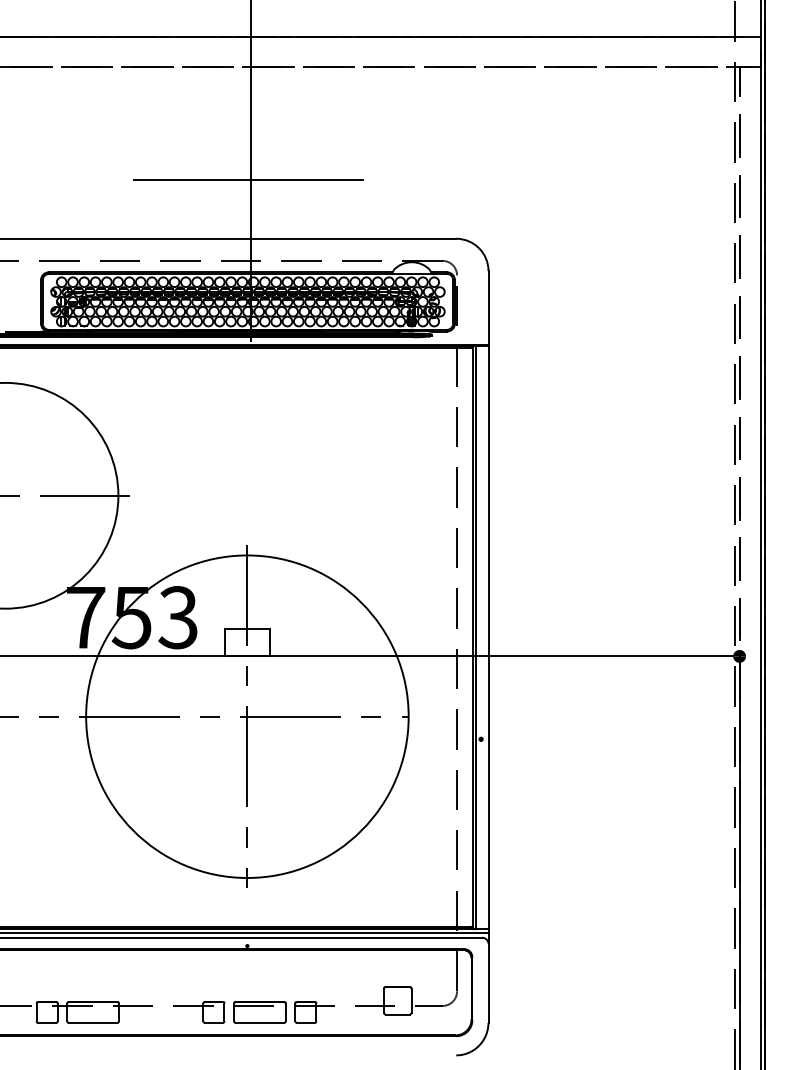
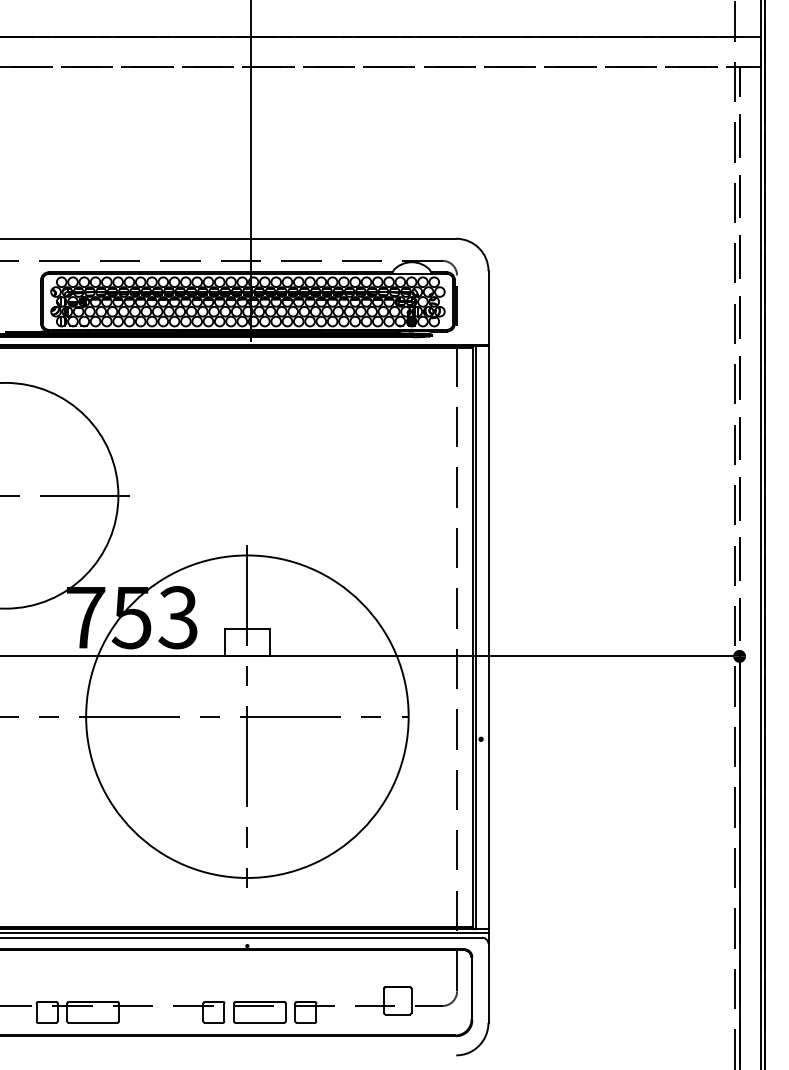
line at (248, 180): present -> none
